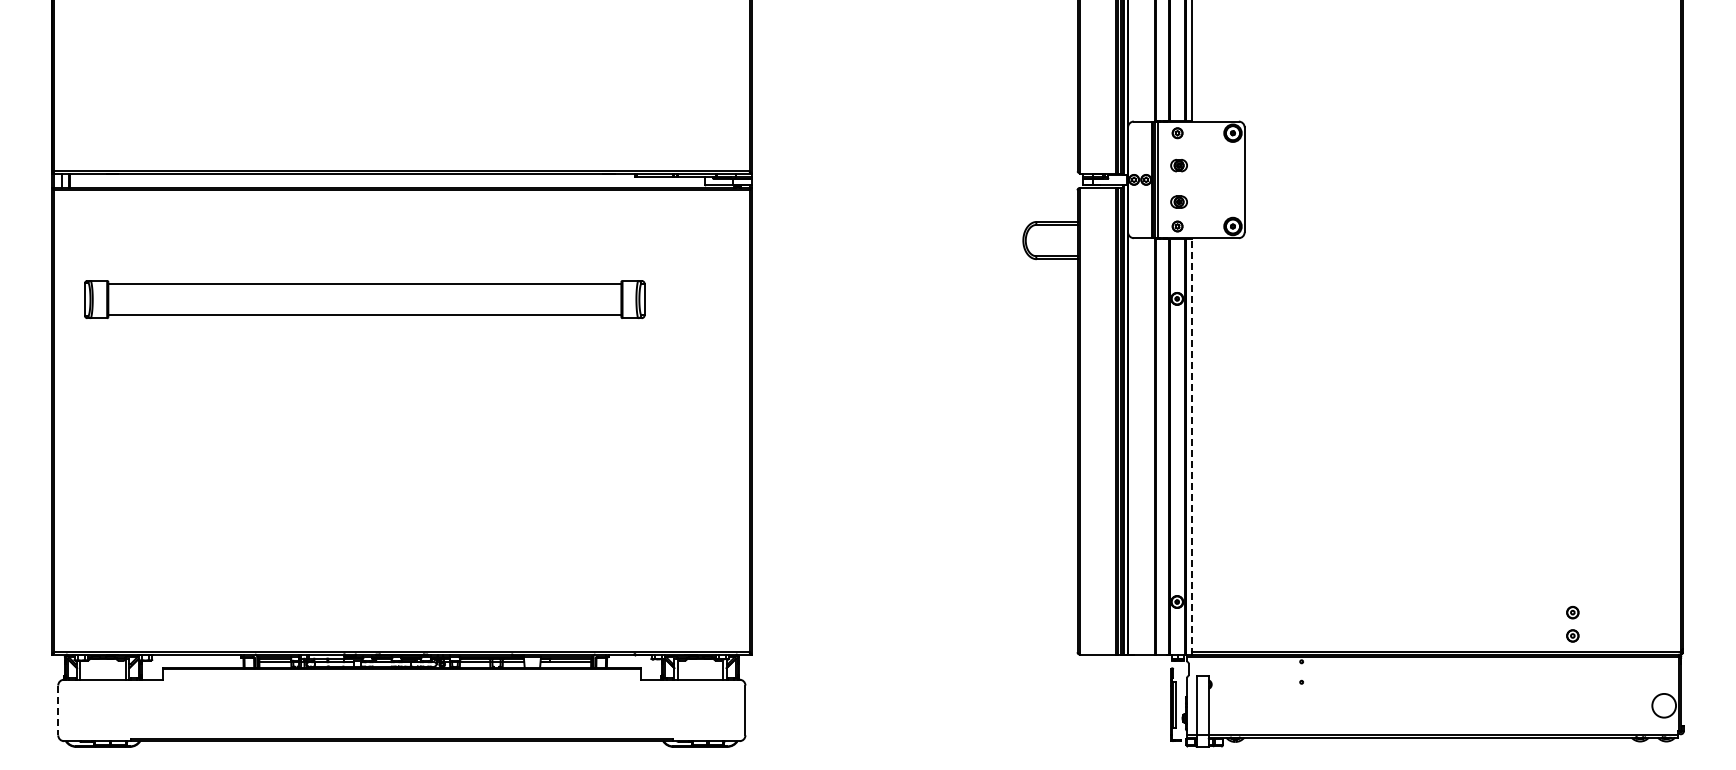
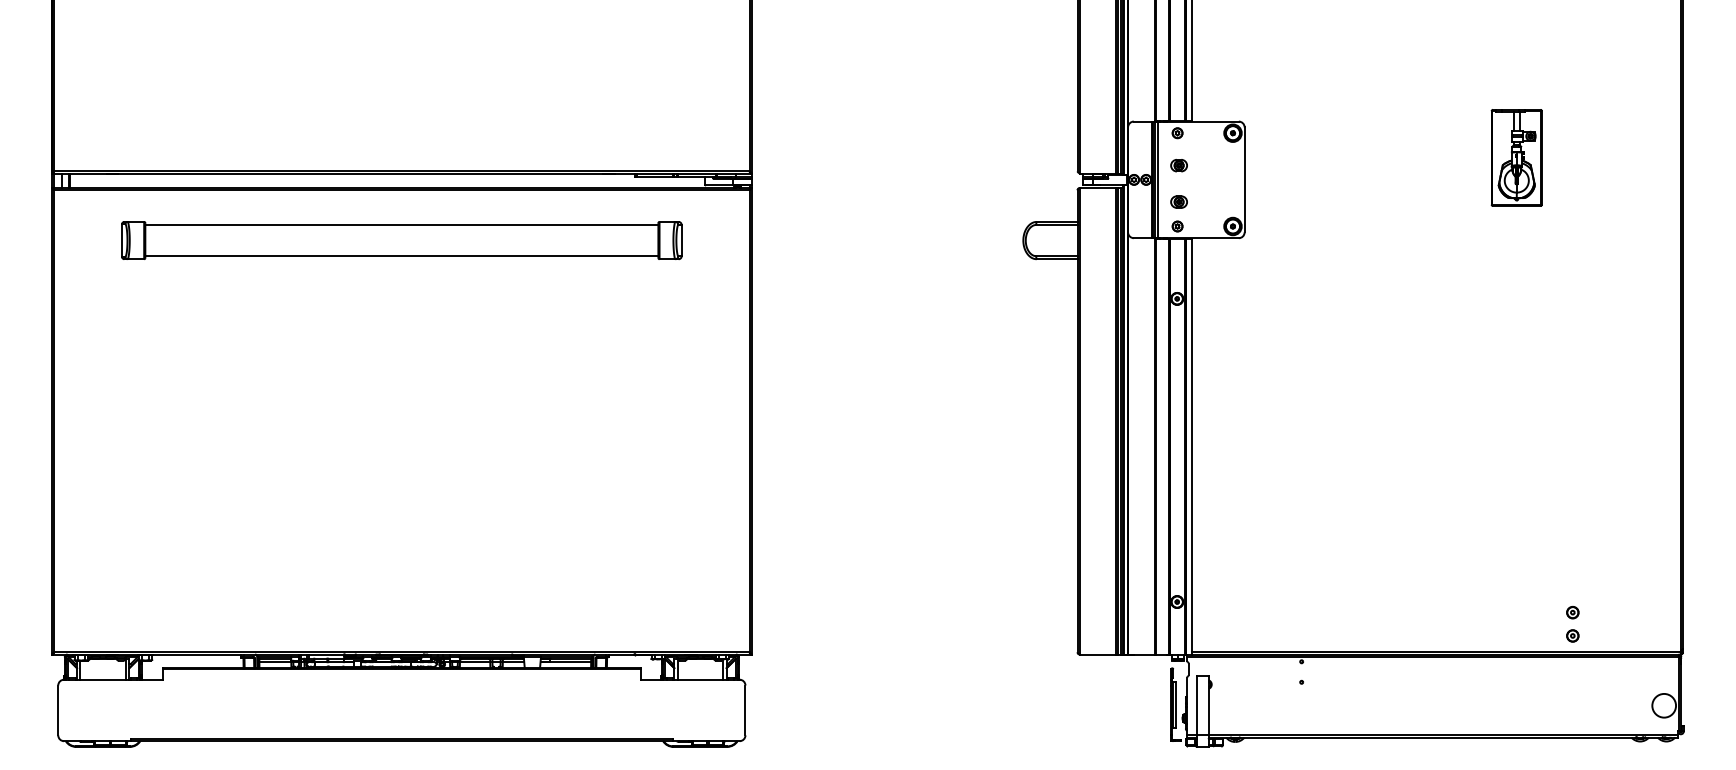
part at (1516, 157): none -> present
part at (364, 299) position: (364, 299) -> (401, 240)
line at (1192, 446): dashed -> solid
line at (58, 710): dashed -> solid
